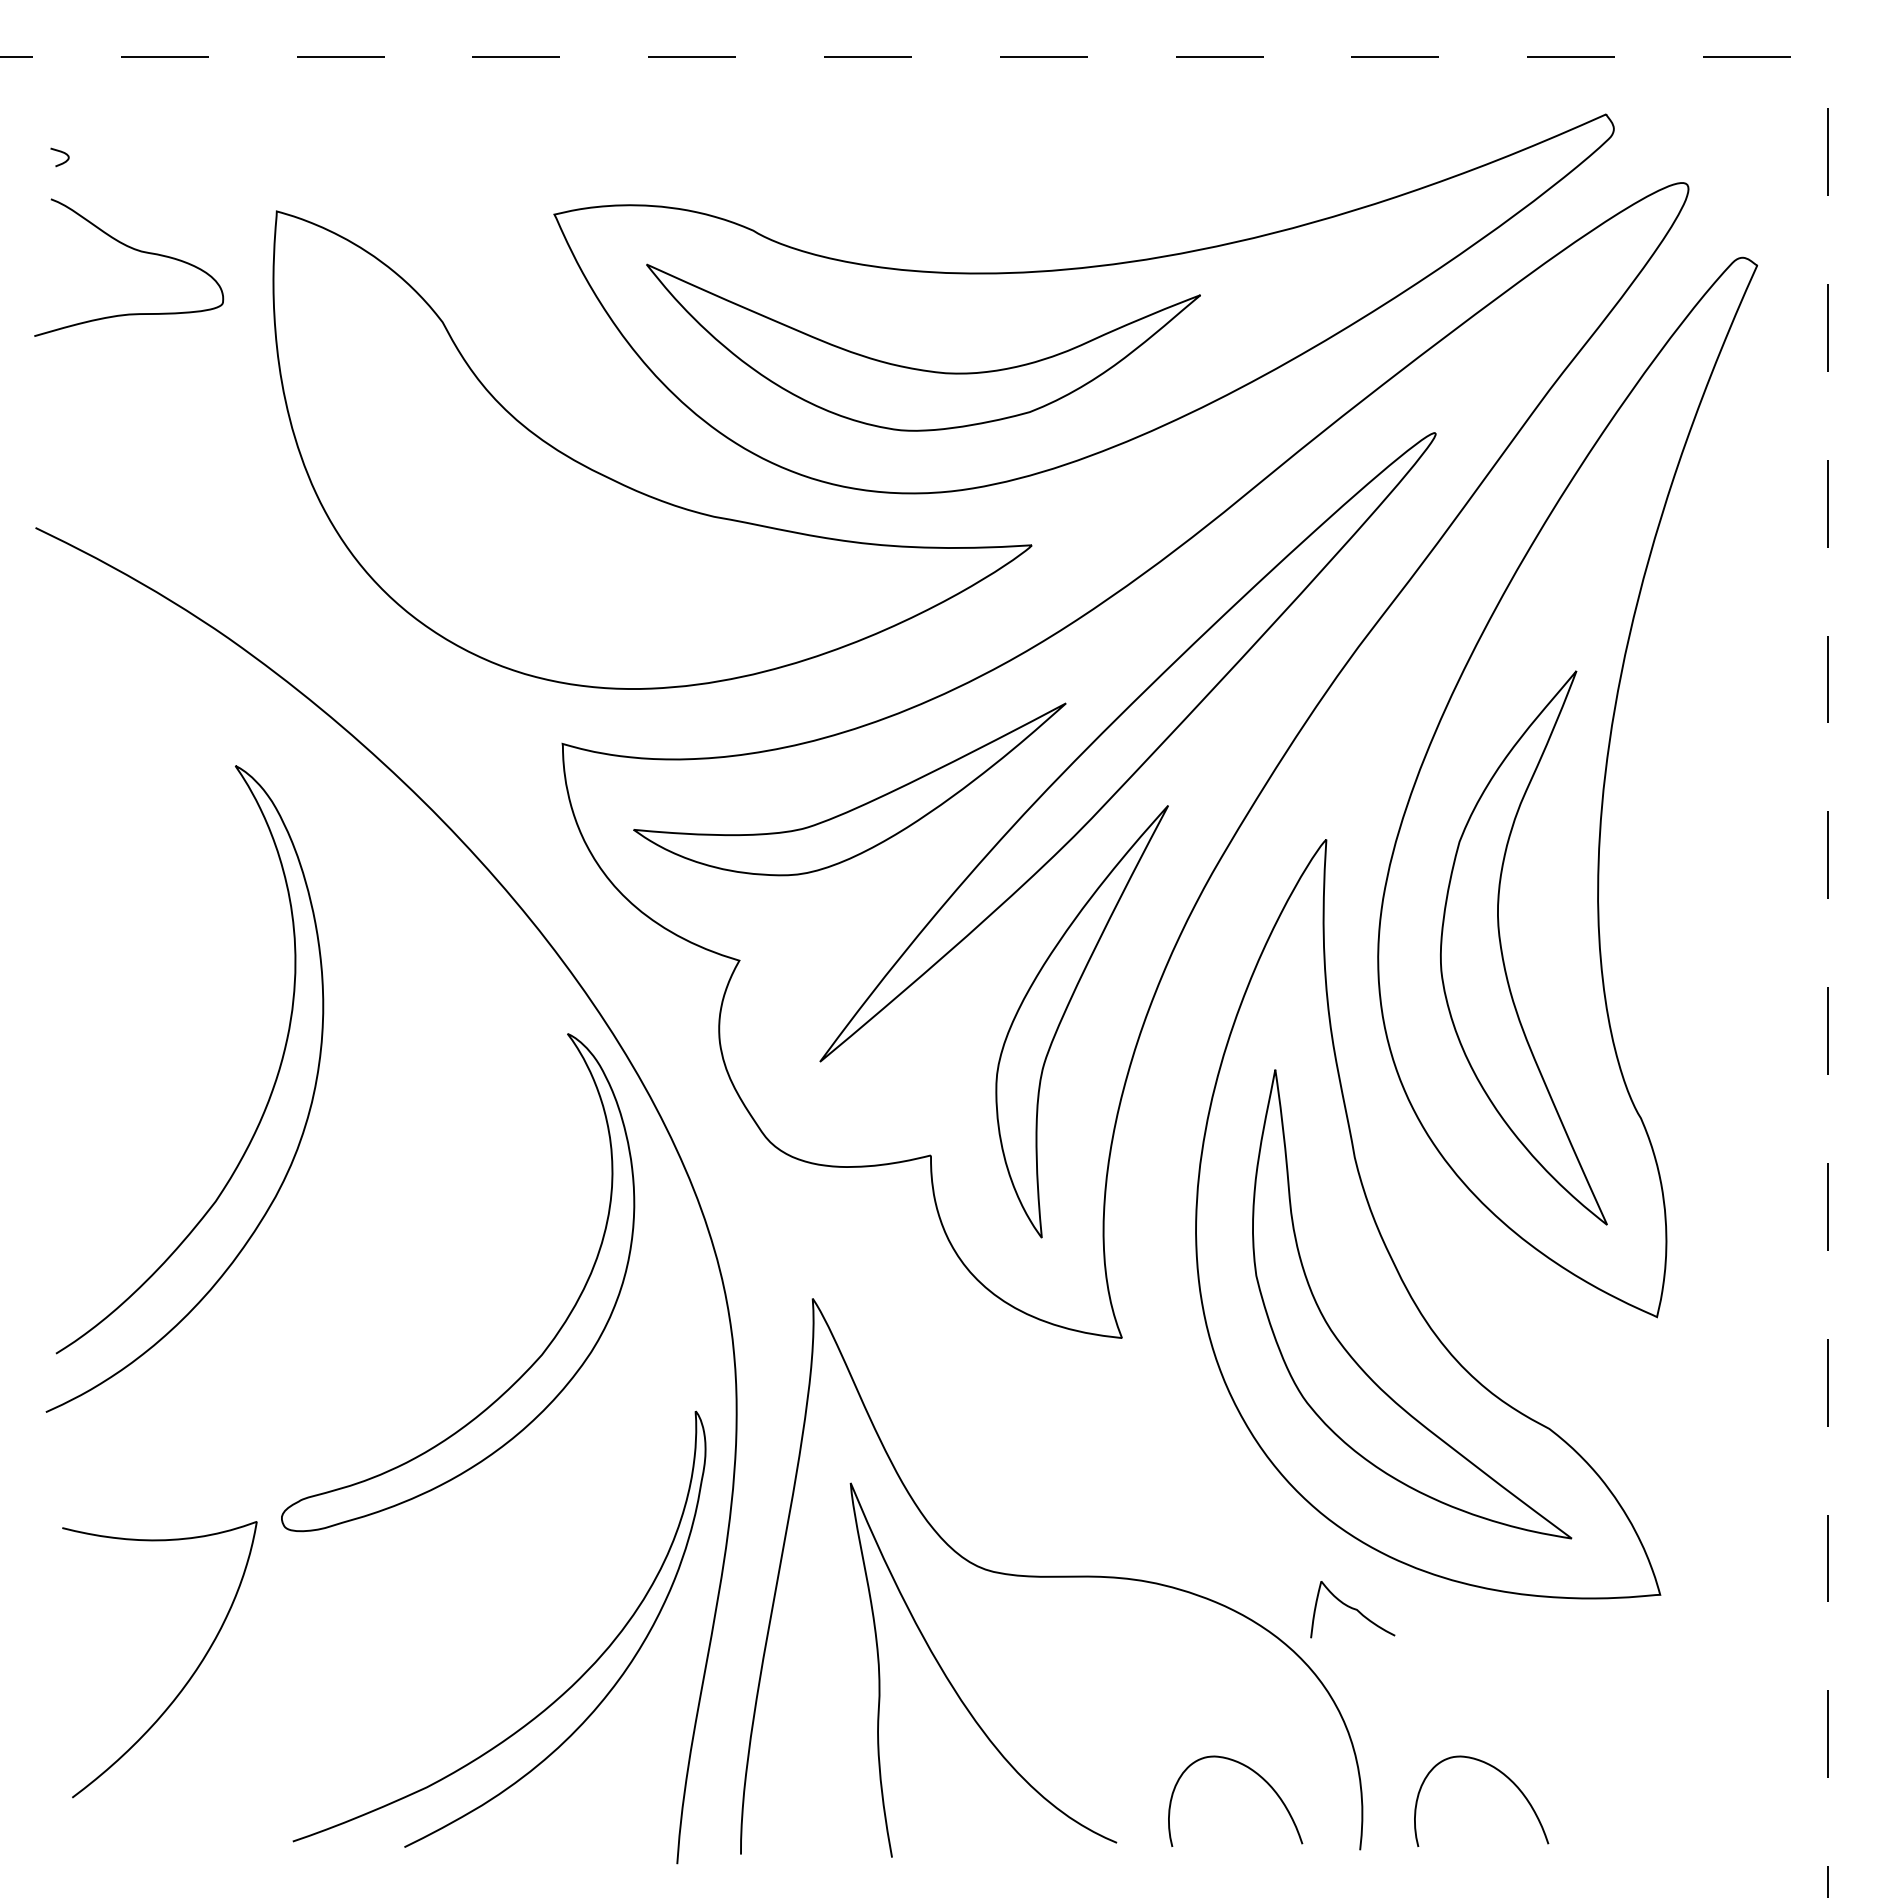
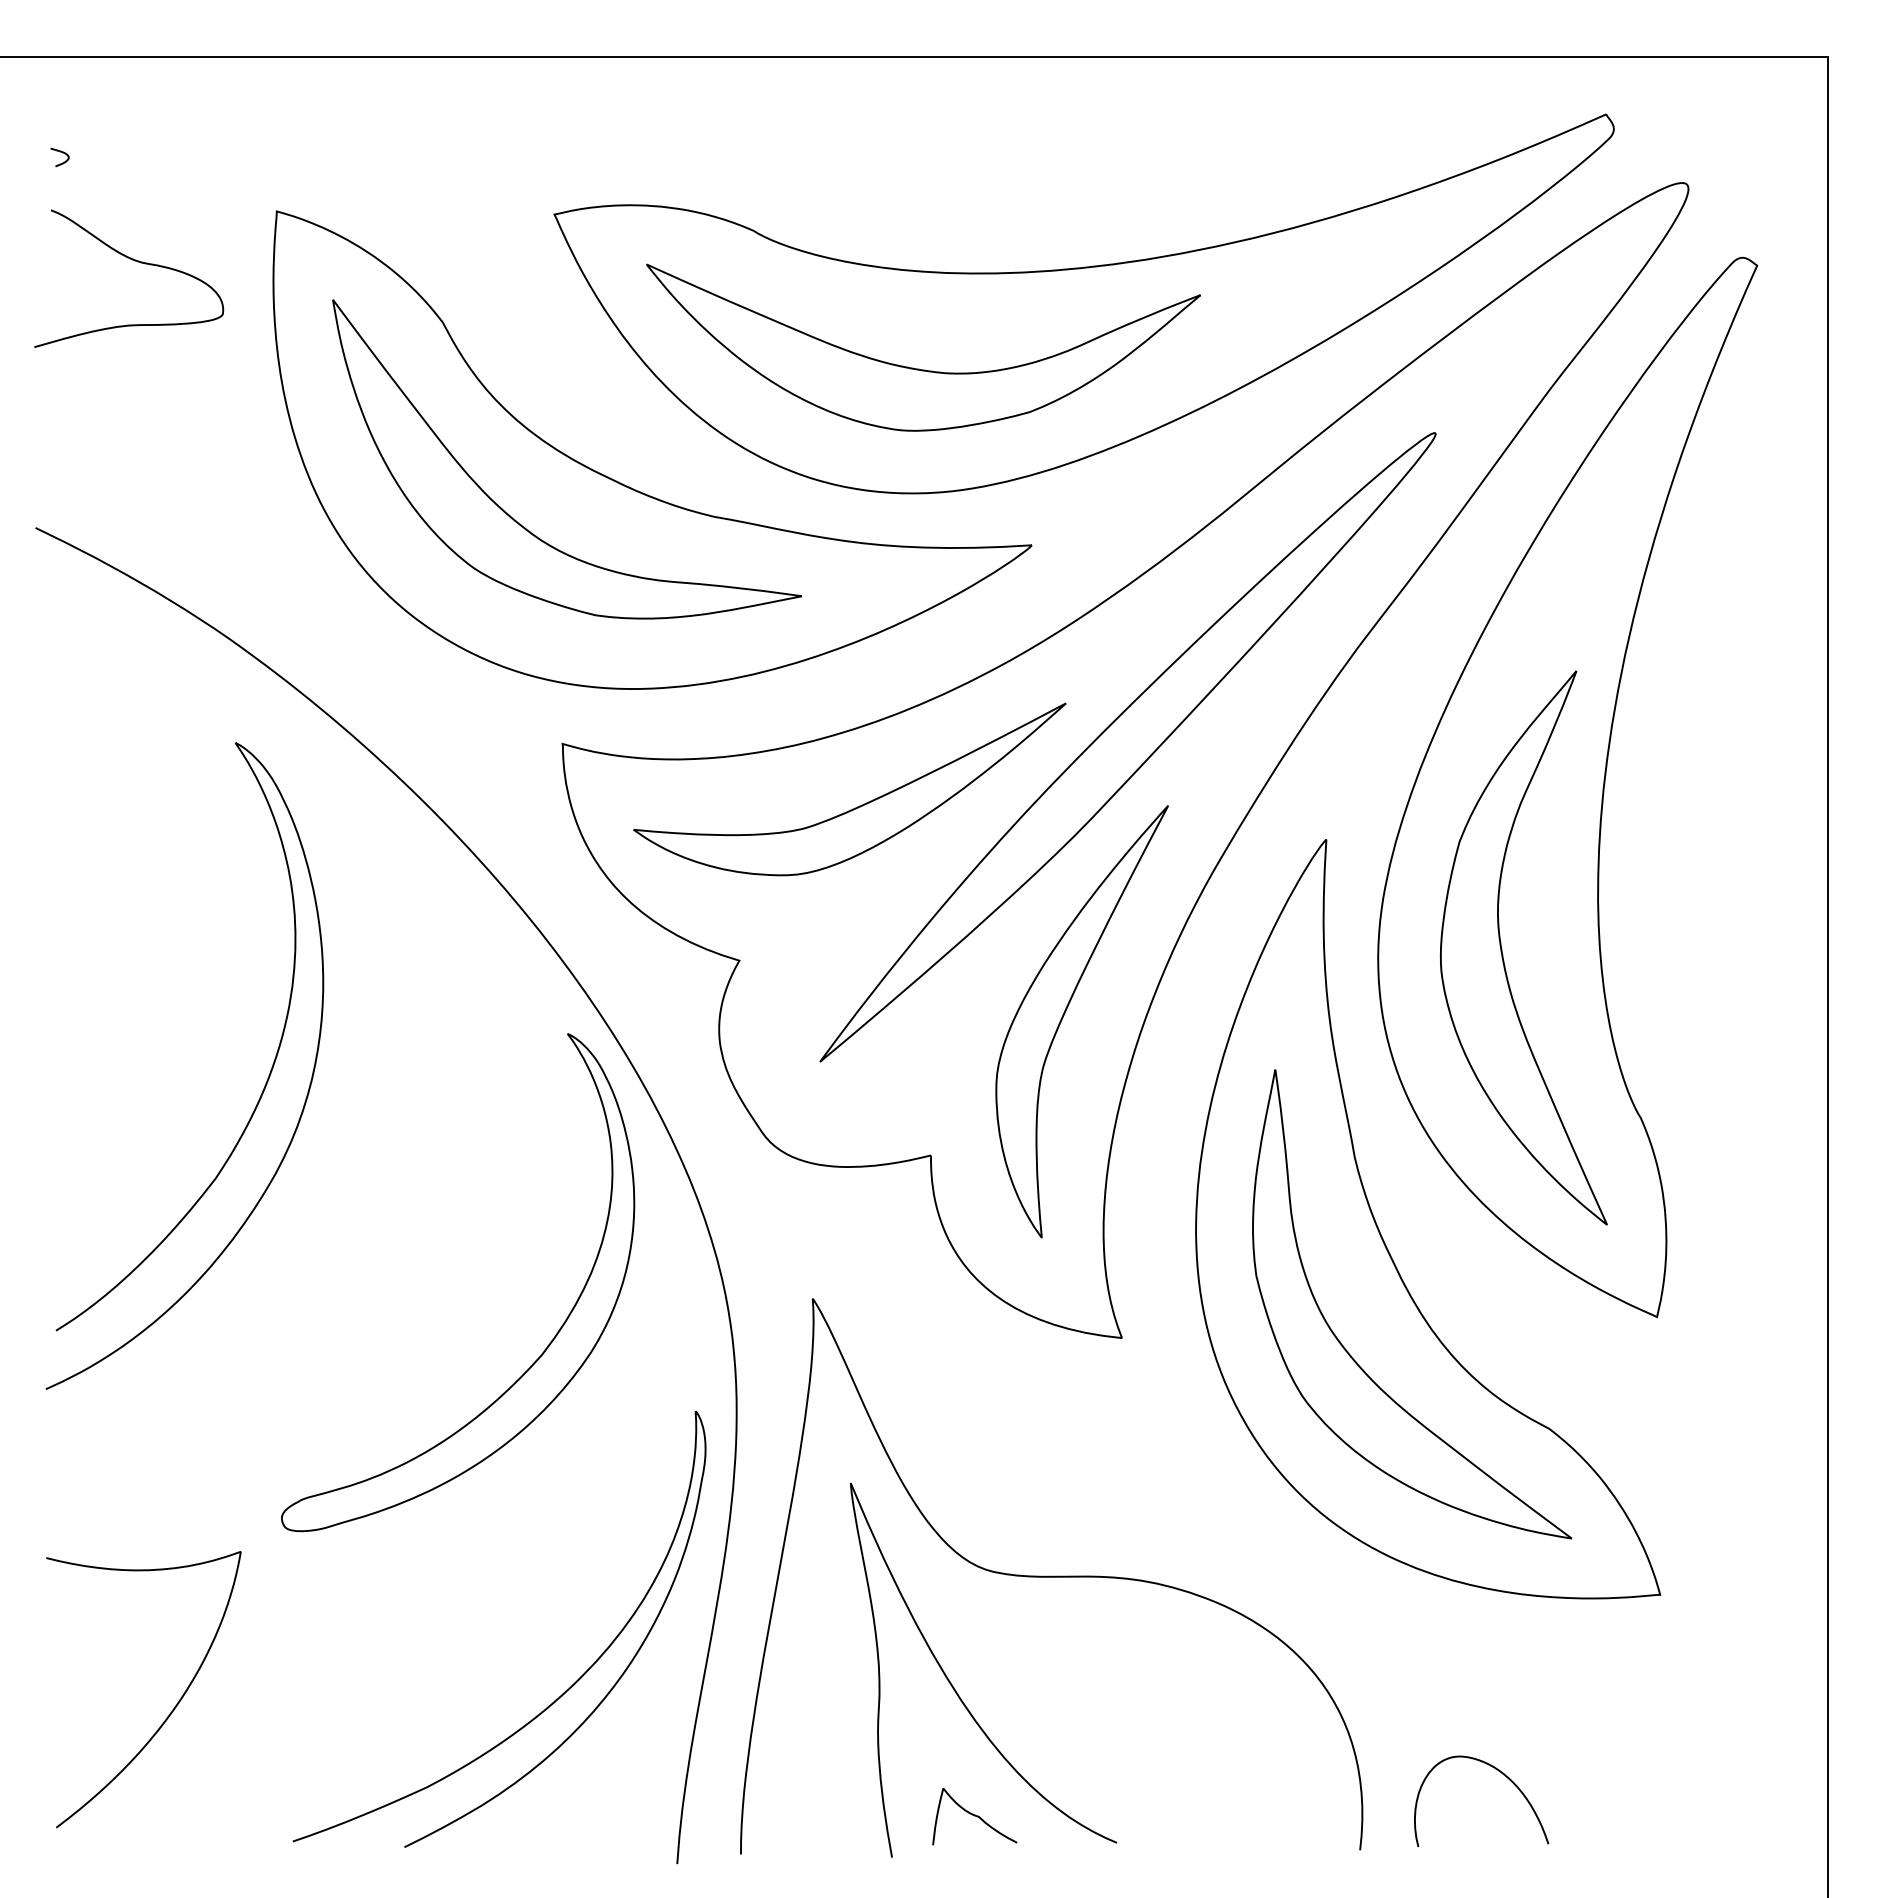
line at (1827, 63): dashed -> solid
curve at (134, 250) position: (134, 250) -> (134, 261)
part at (515, 519): none -> present
curve at (258, 1122) position: (258, 1122) -> (258, 1099)
curve at (1352, 1609) position: (1352, 1609) -> (974, 1816)
curve at (188, 1679) position: (188, 1679) -> (172, 1709)
curve at (1253, 1772): present -> none
